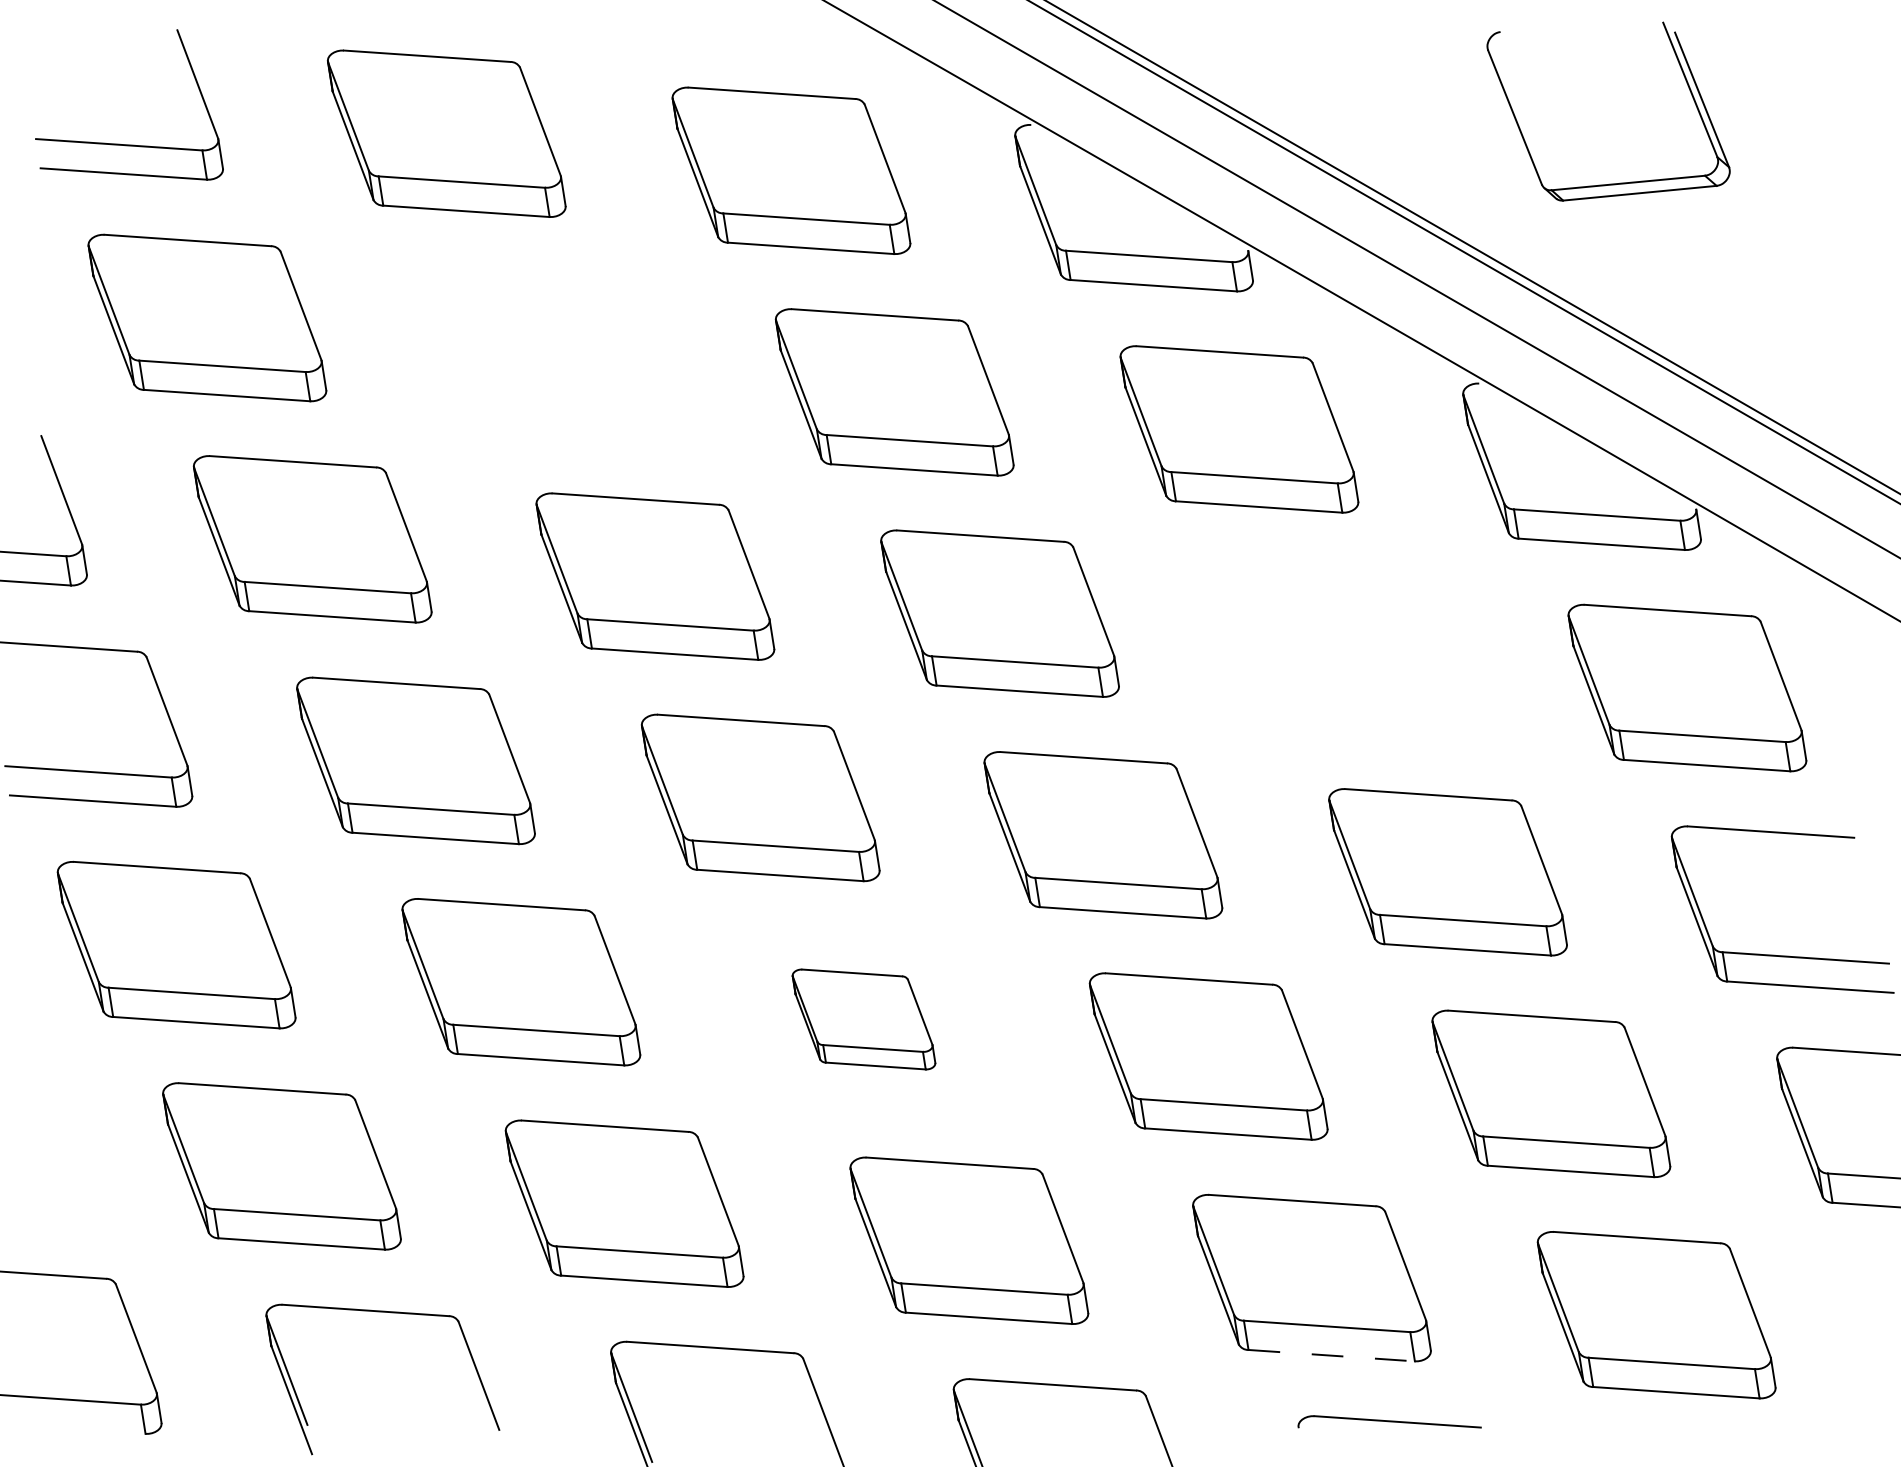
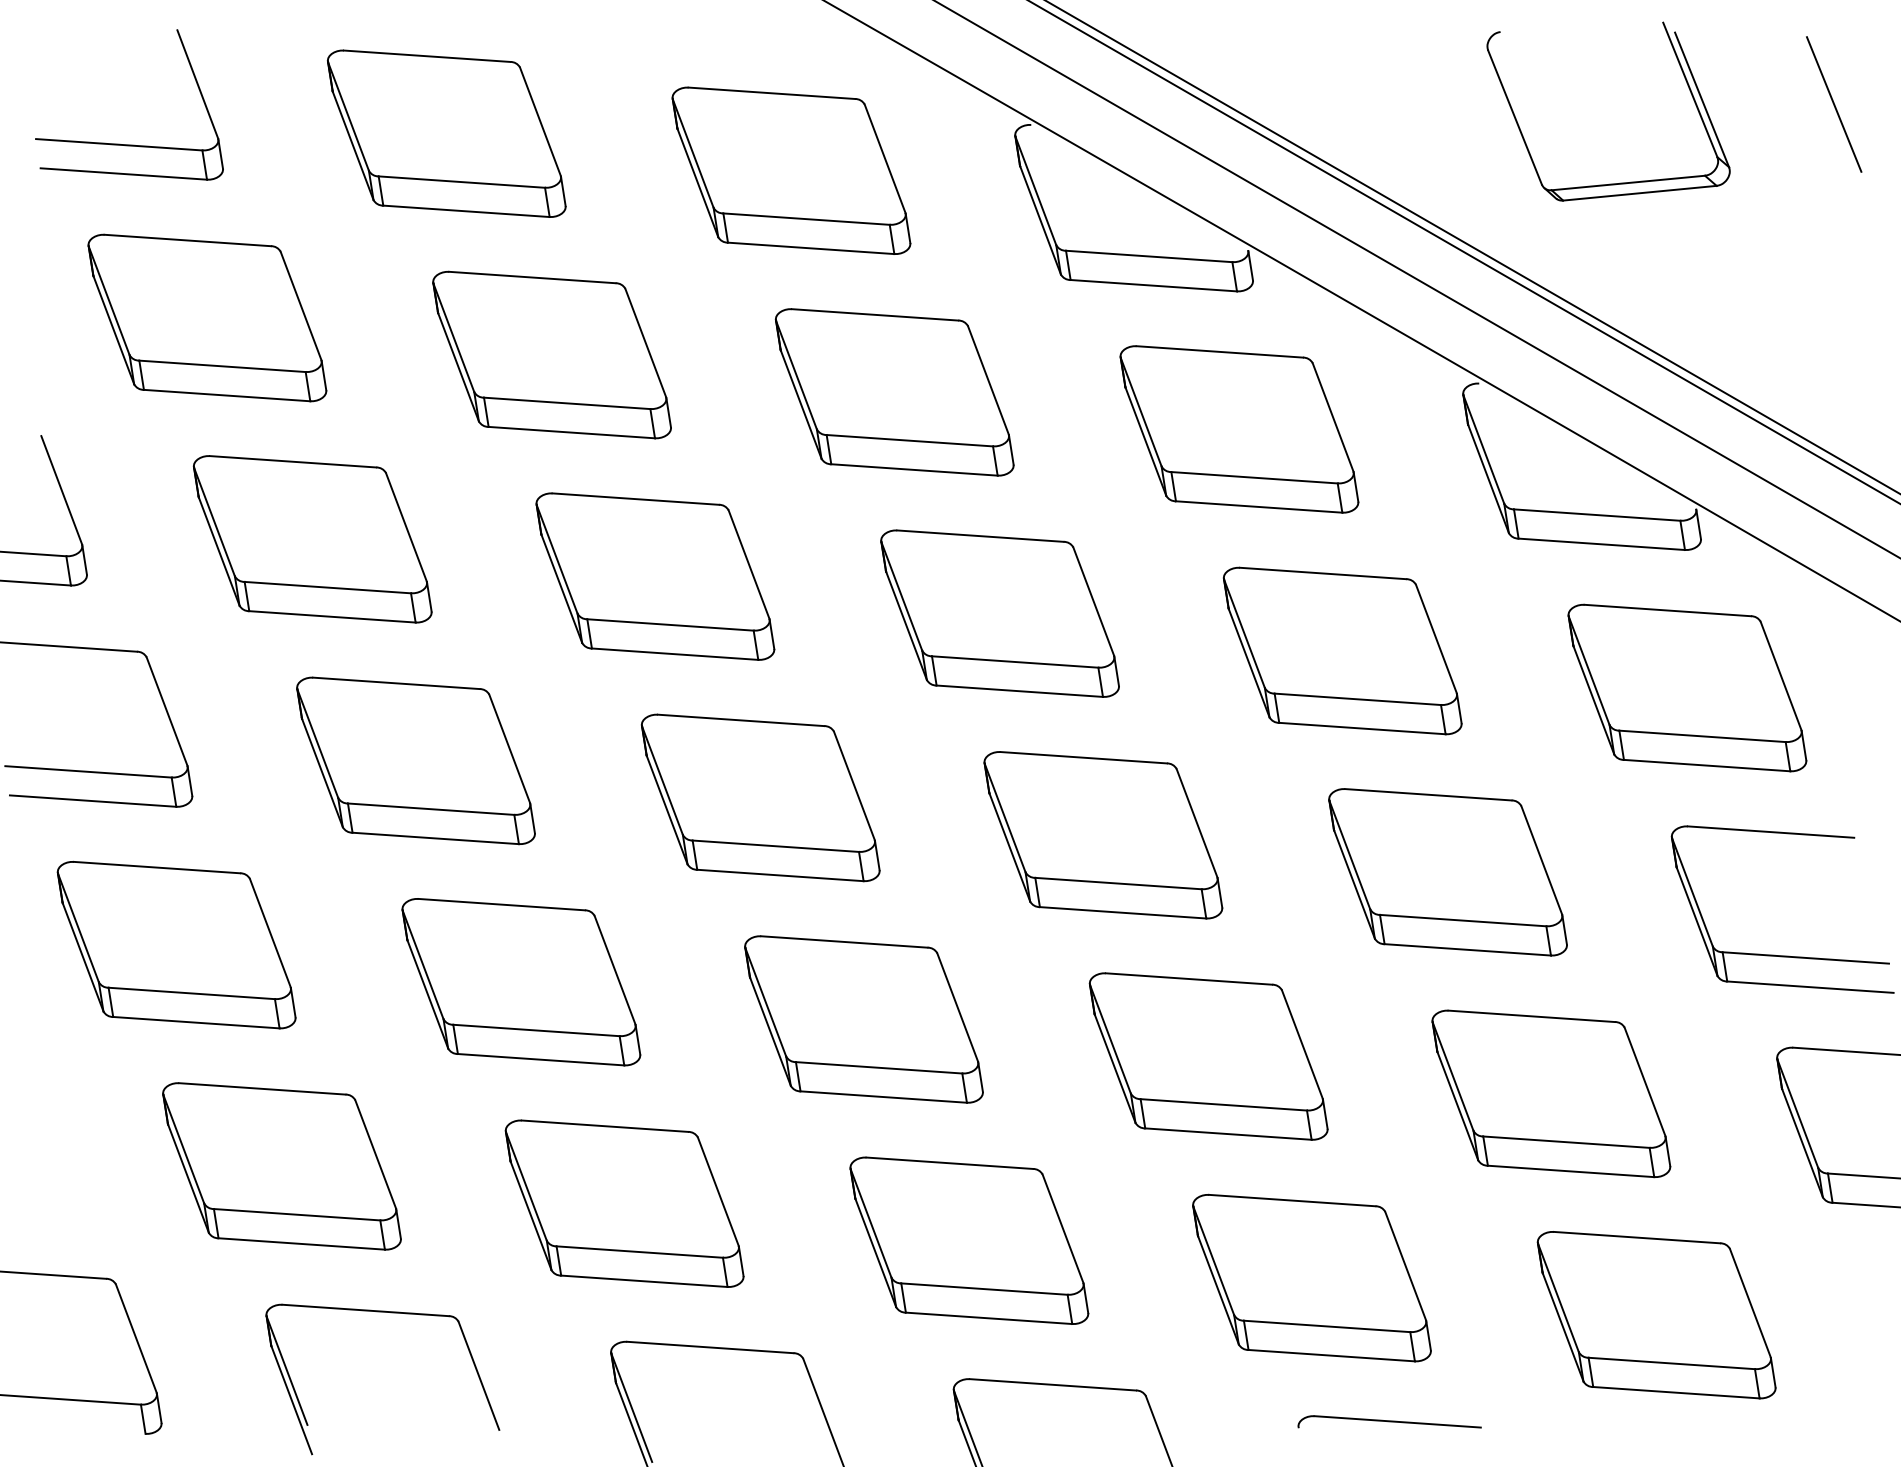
line at (1833, 104): none -> present
part at (551, 354): none -> present
part at (1342, 650): none -> present
part at (863, 1019) size: 146x103 px -> 240x169 px
line at (1332, 1355): dashed -> solid
